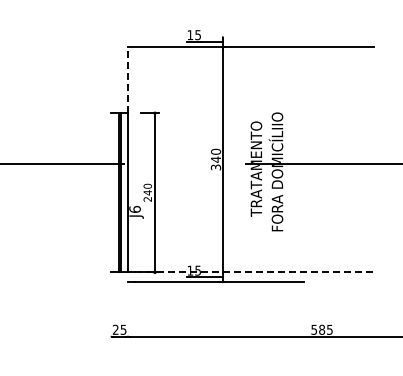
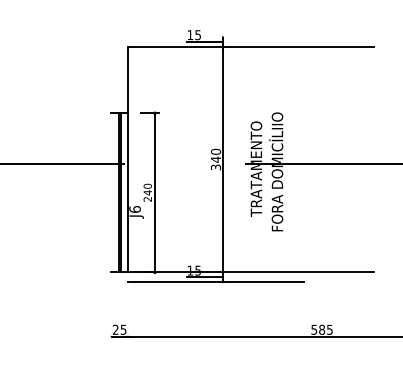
line at (128, 79): dashed -> solid
line at (254, 272): dashed -> solid
